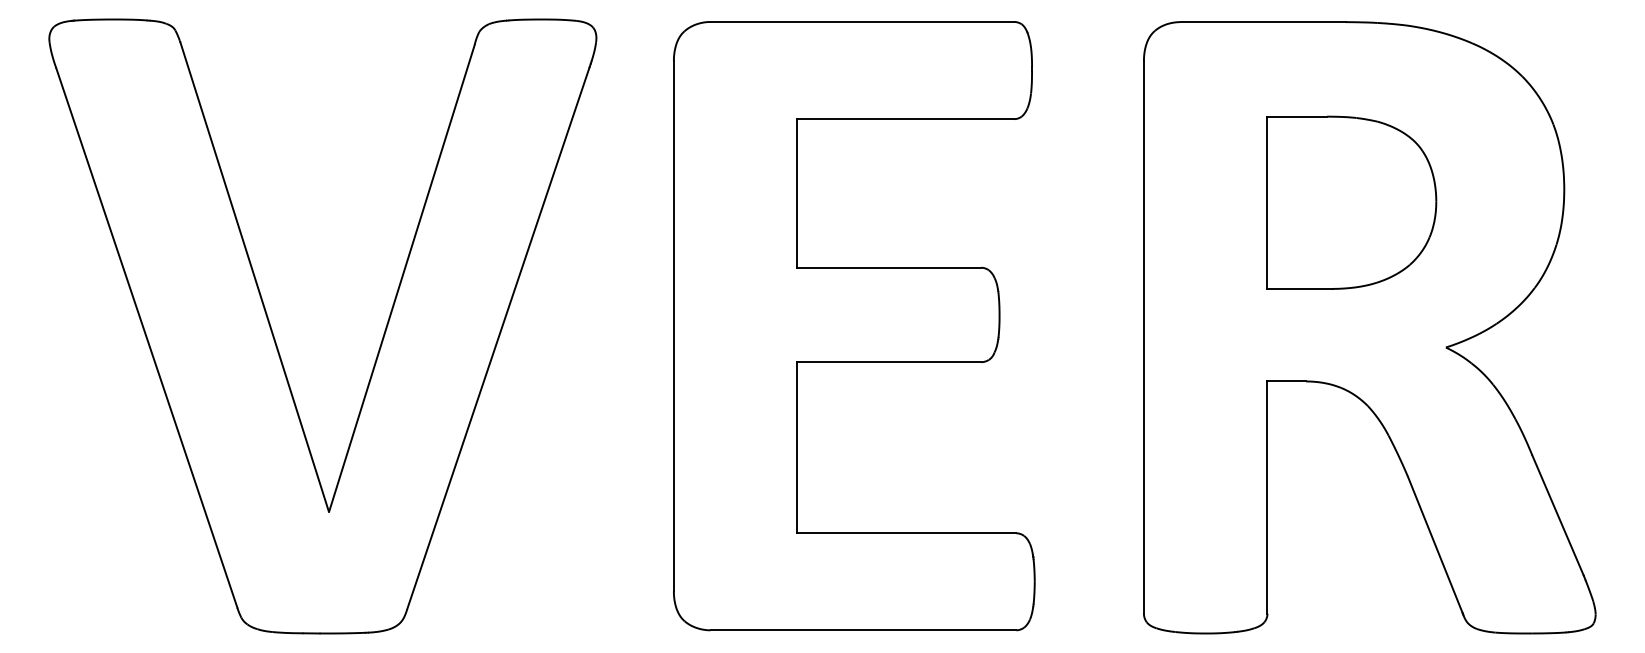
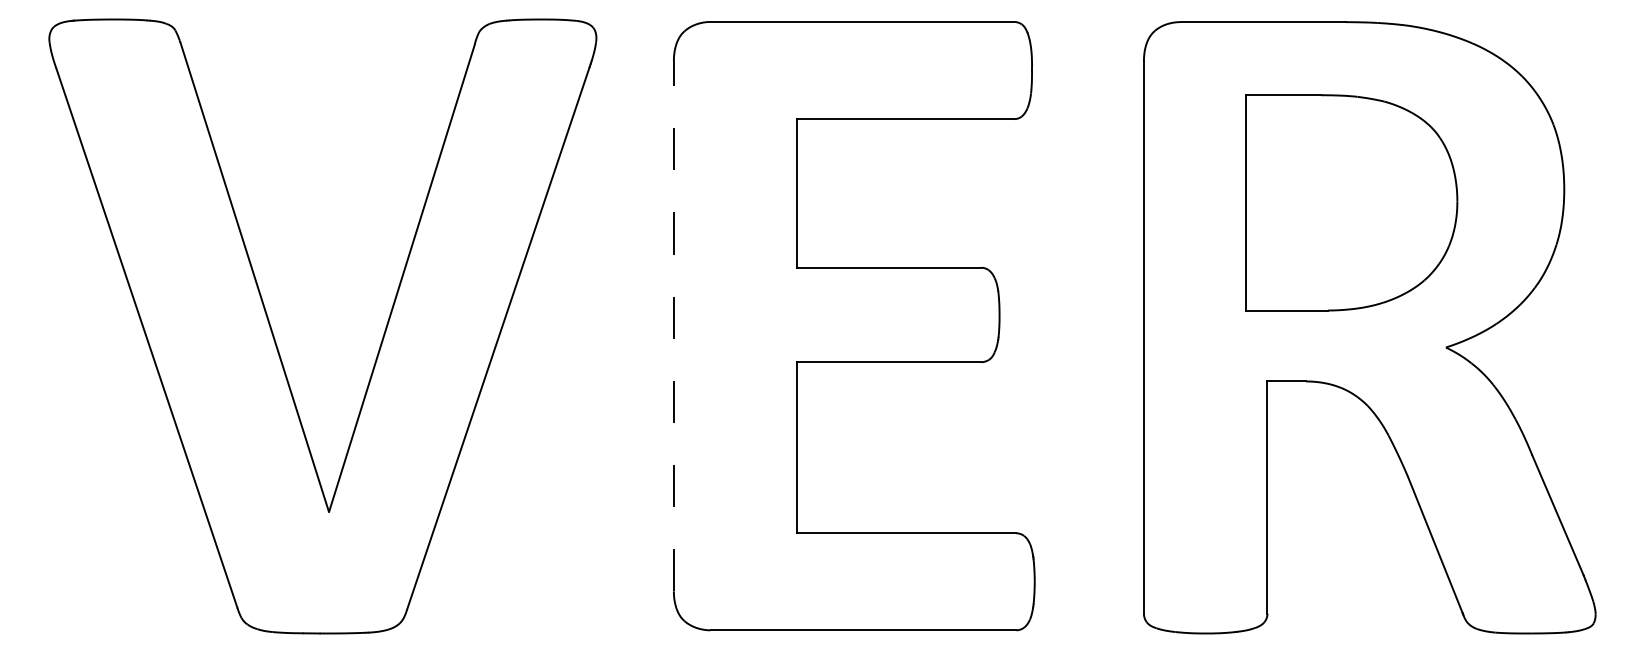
part at (1351, 202) size: 172x175 px -> 214x218 px
line at (673, 325): solid -> dashed
